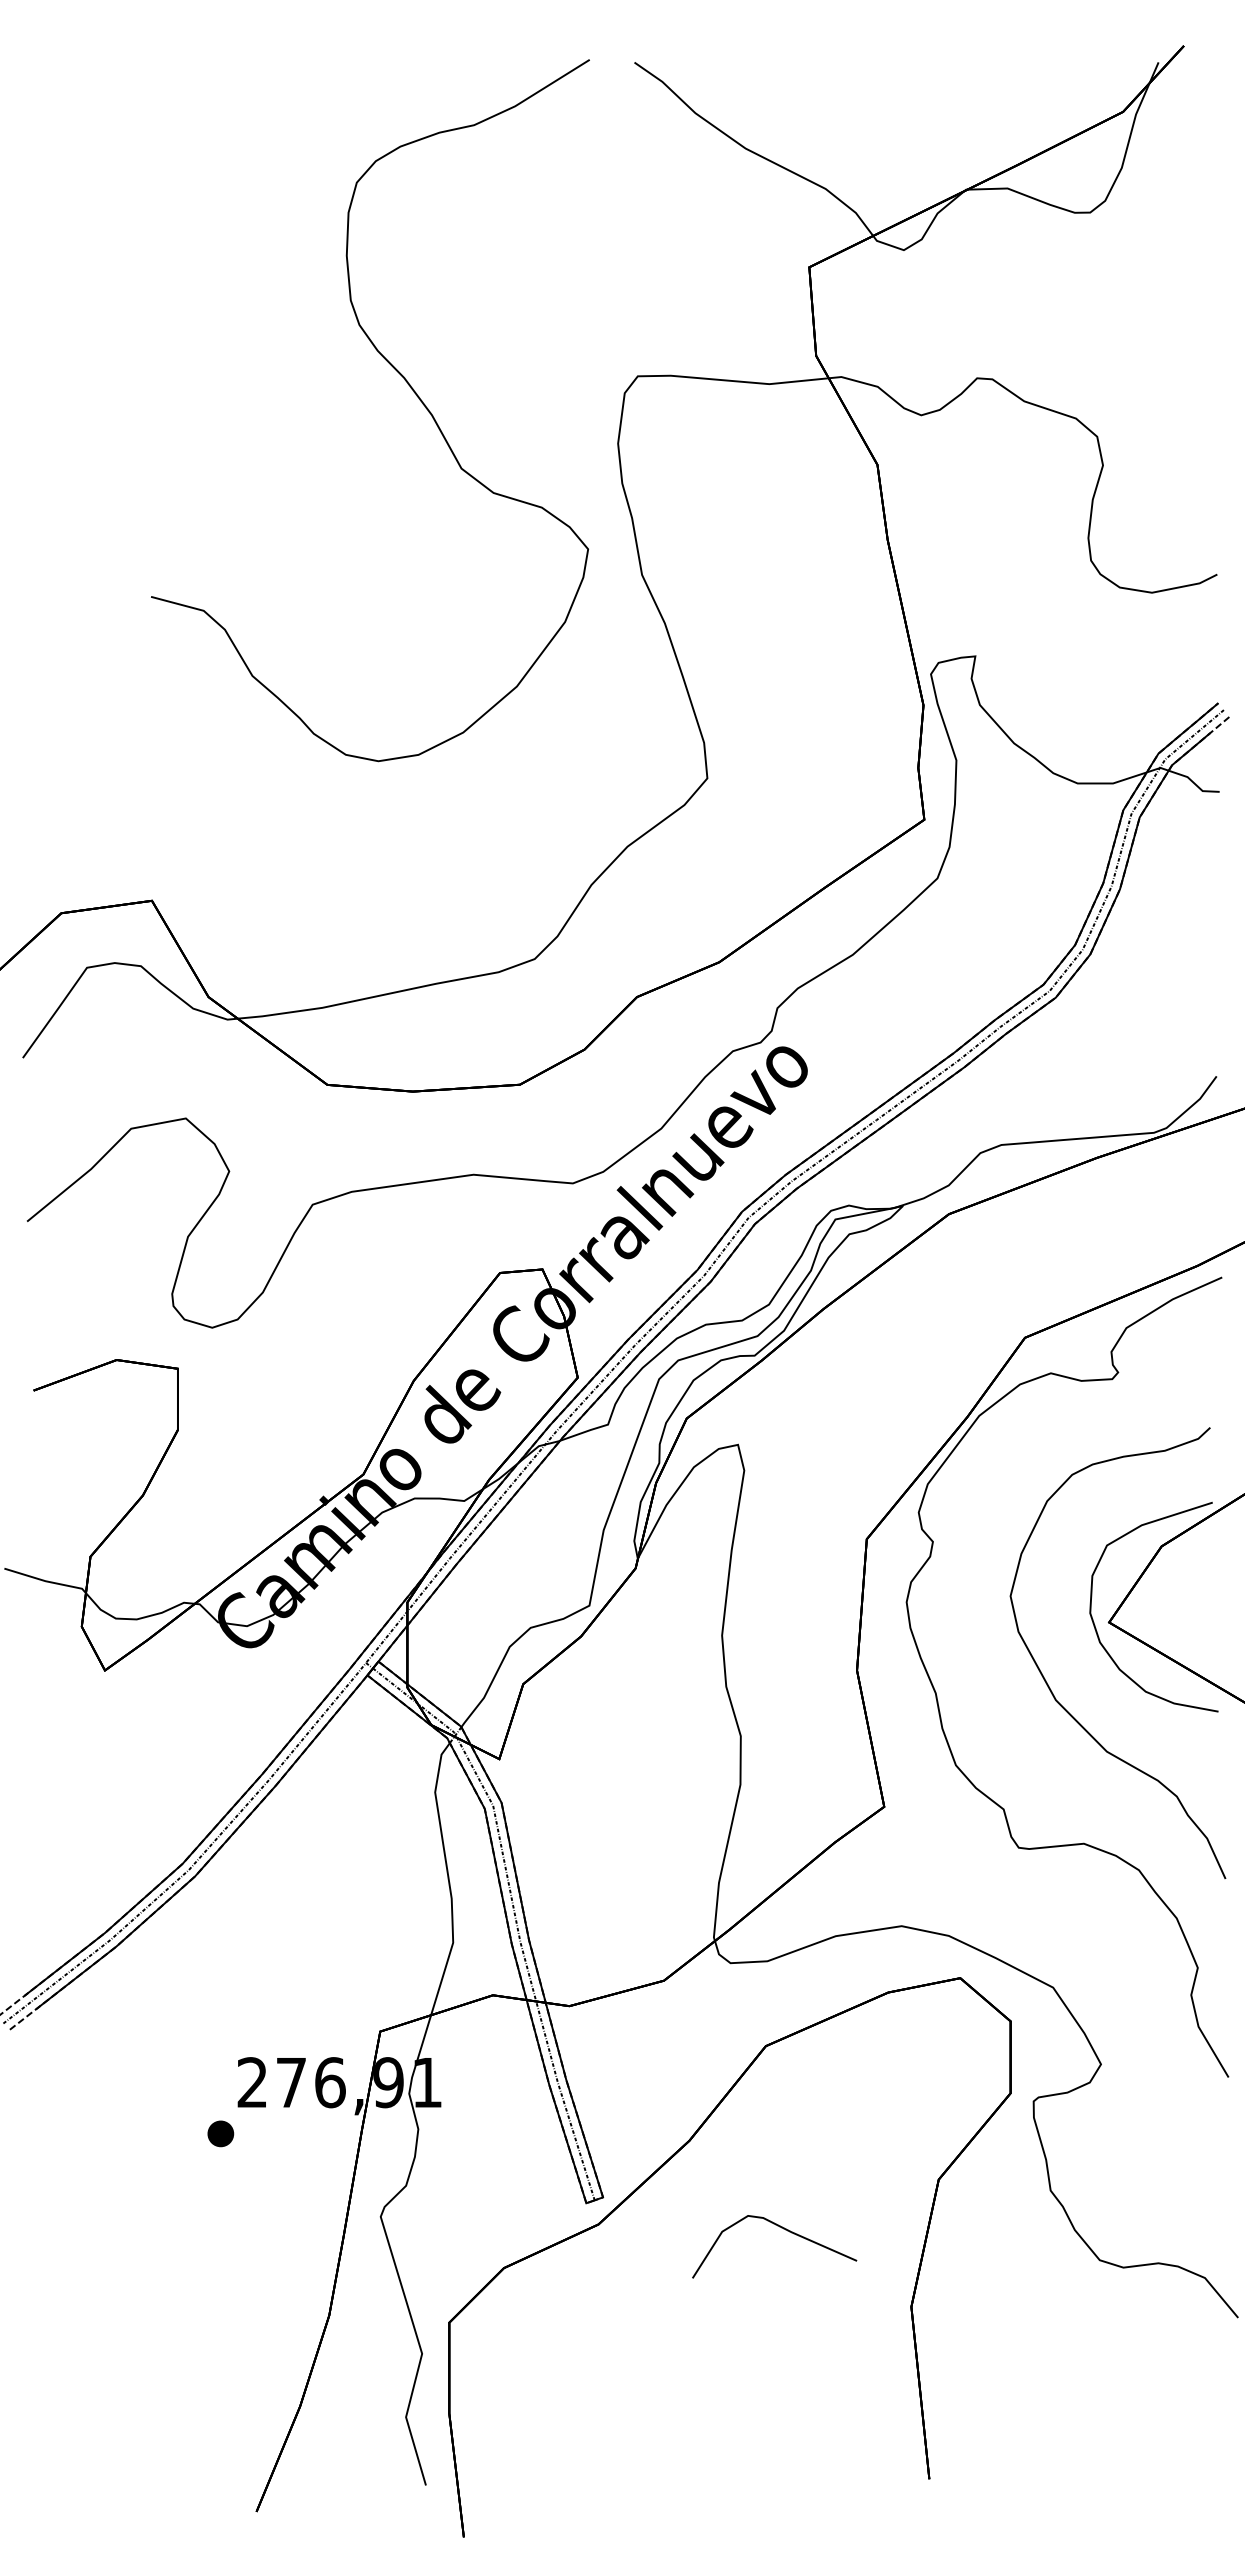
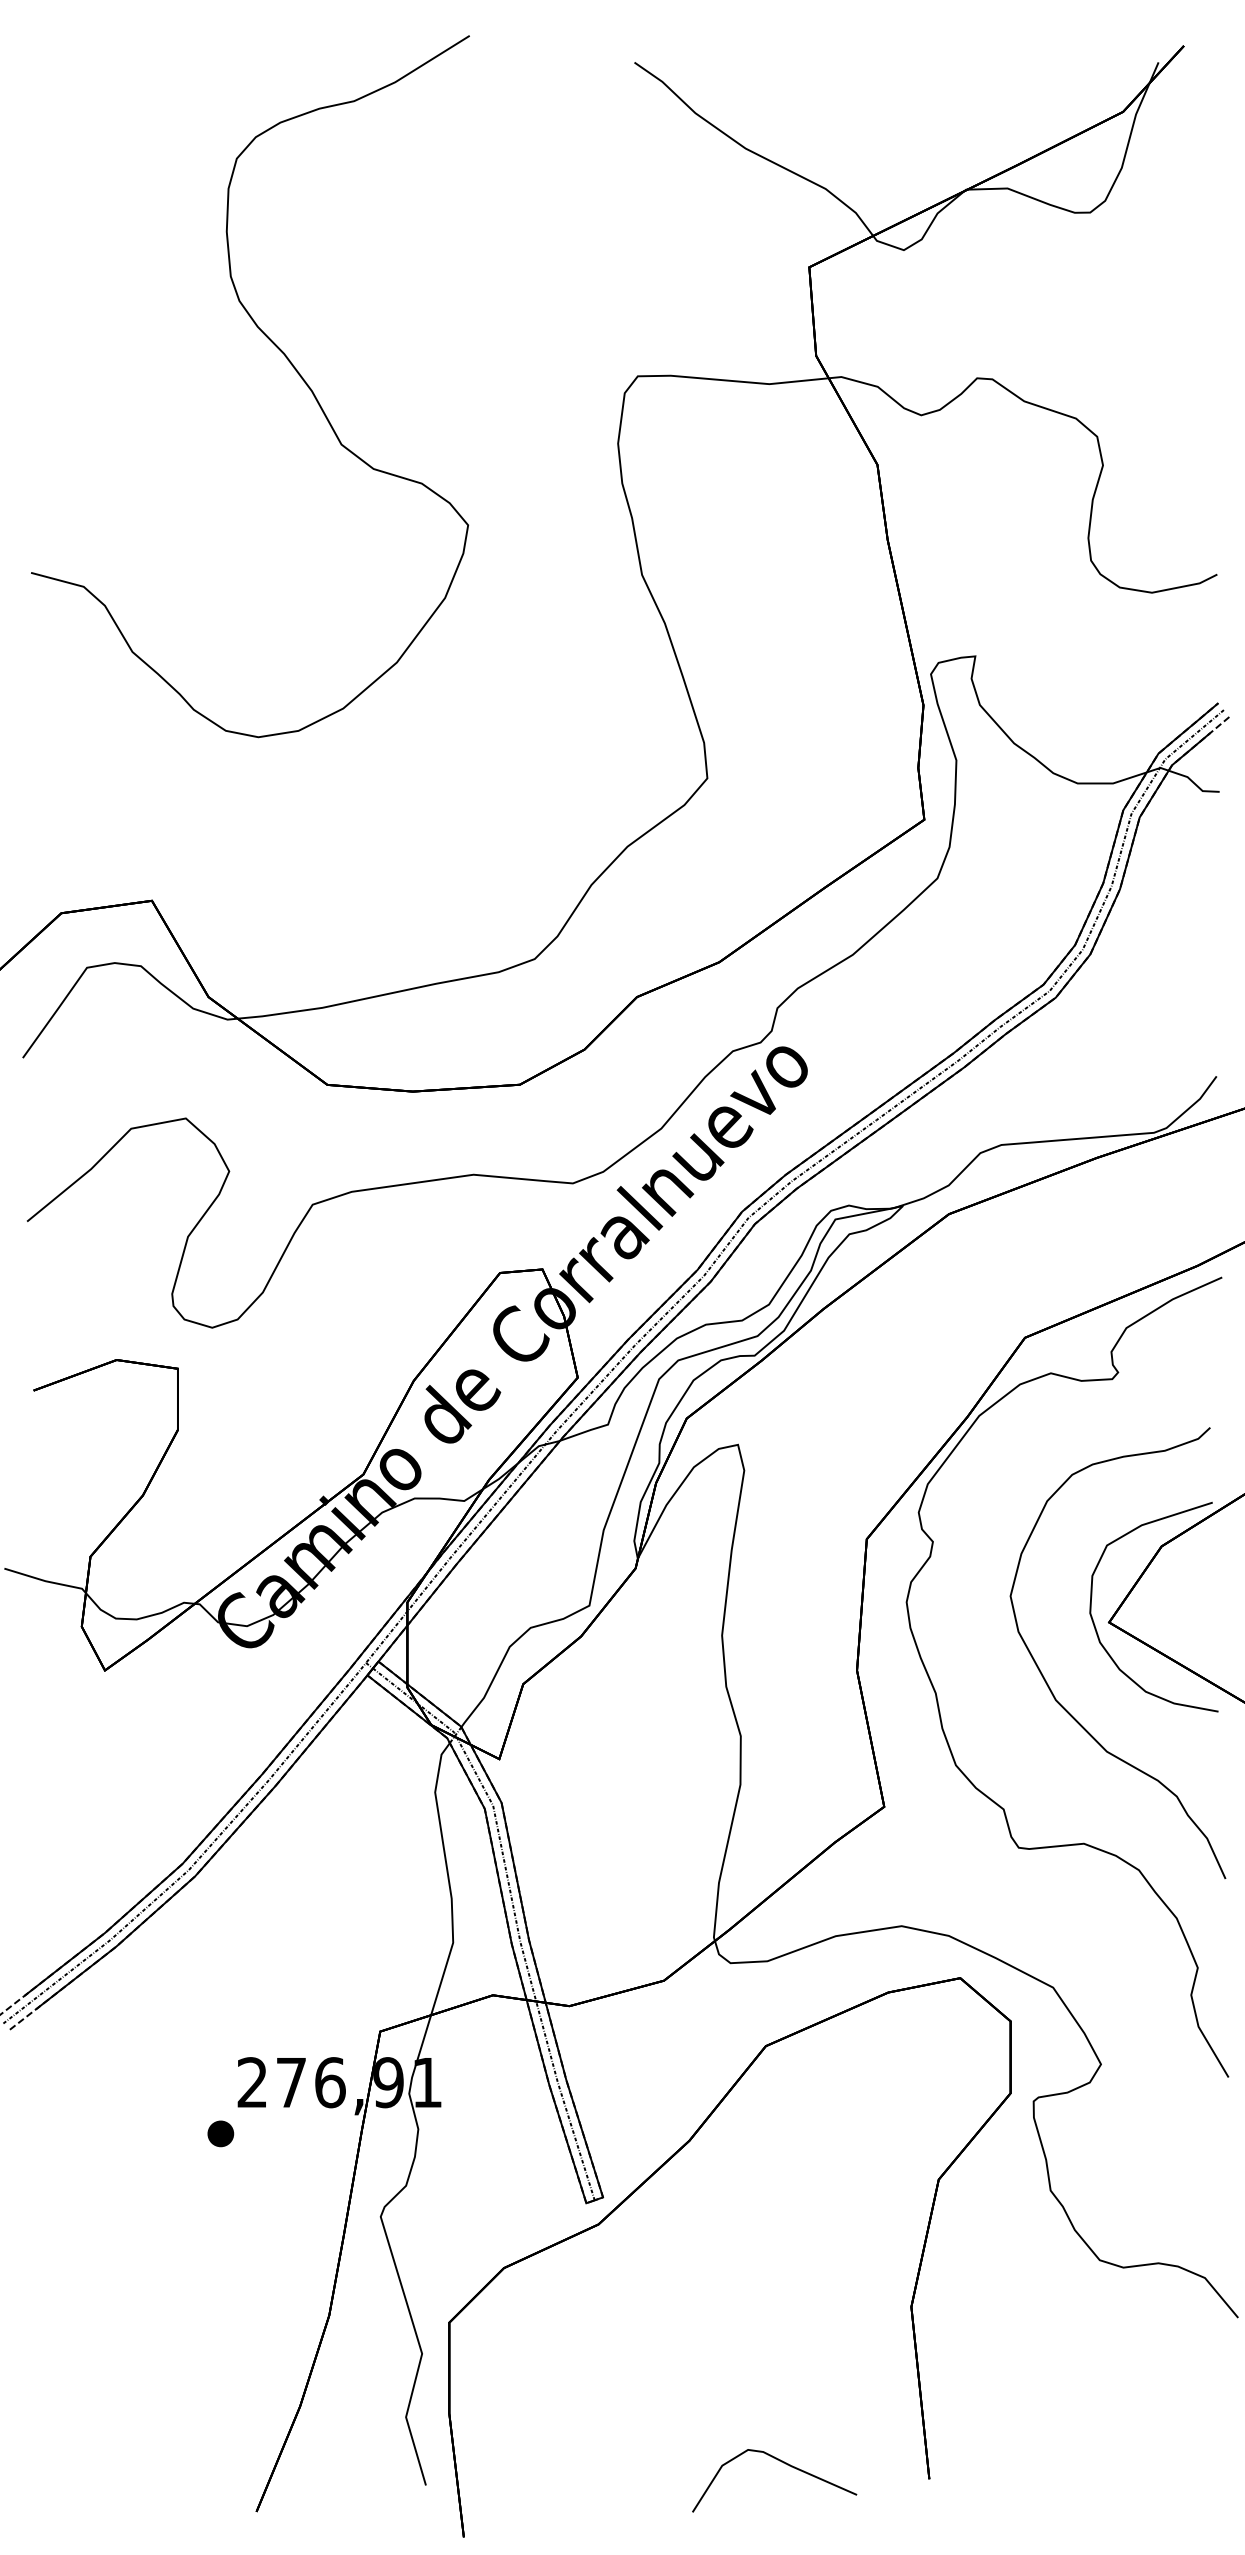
curve at (407, 384) position: (407, 384) -> (287, 360)
curve at (783, 2229) position: (783, 2229) -> (783, 2463)
